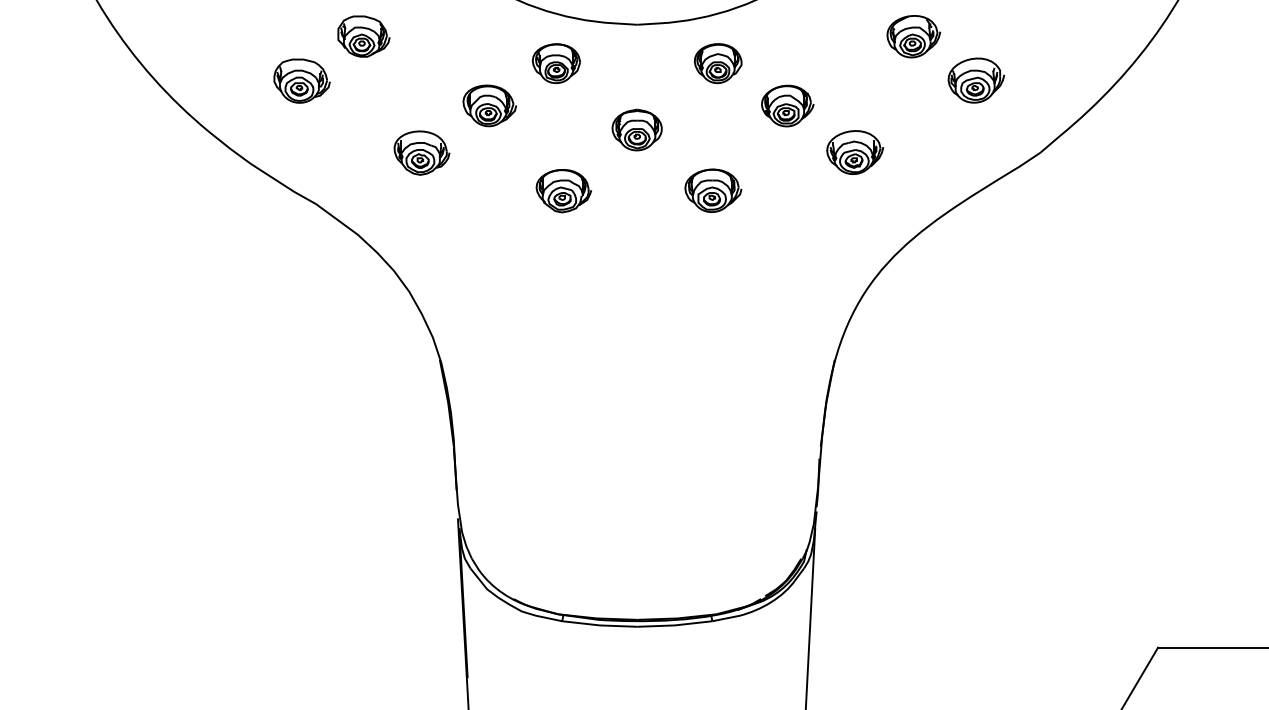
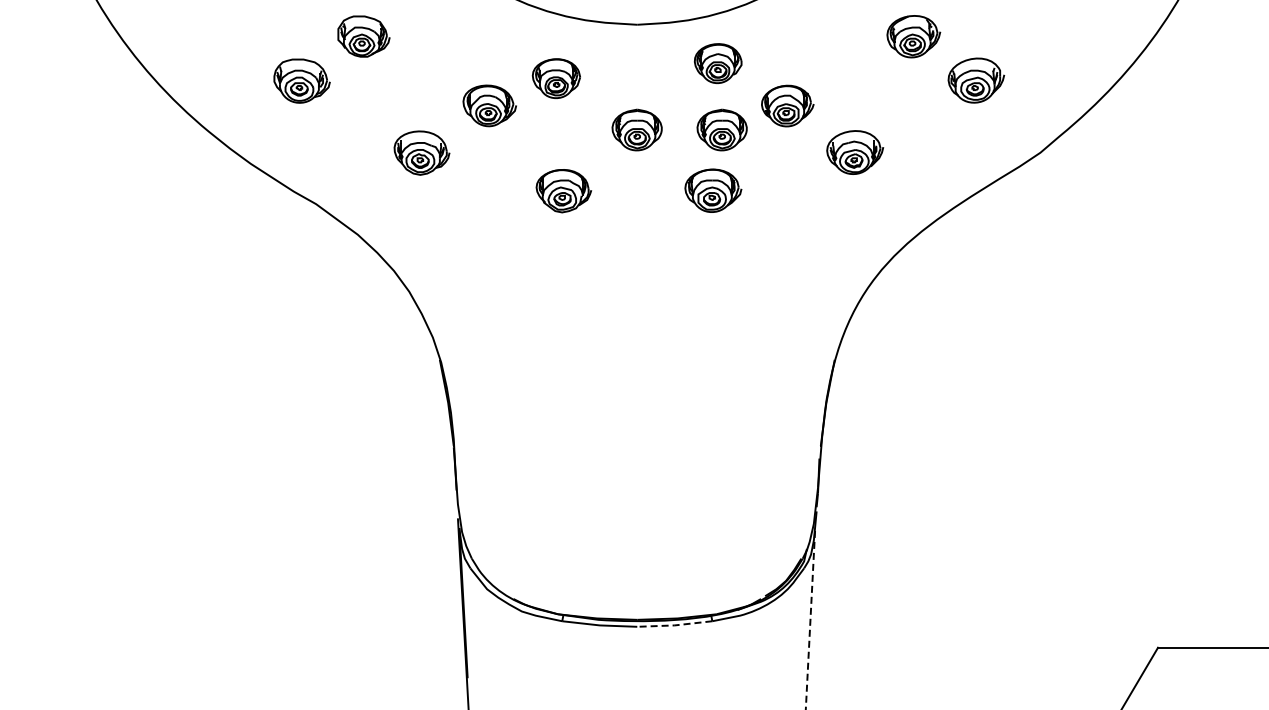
part at (555, 63) position: (555, 63) -> (555, 78)
part at (721, 129): none -> present
line at (810, 618): solid -> dashed
line at (674, 625): solid -> dashed
